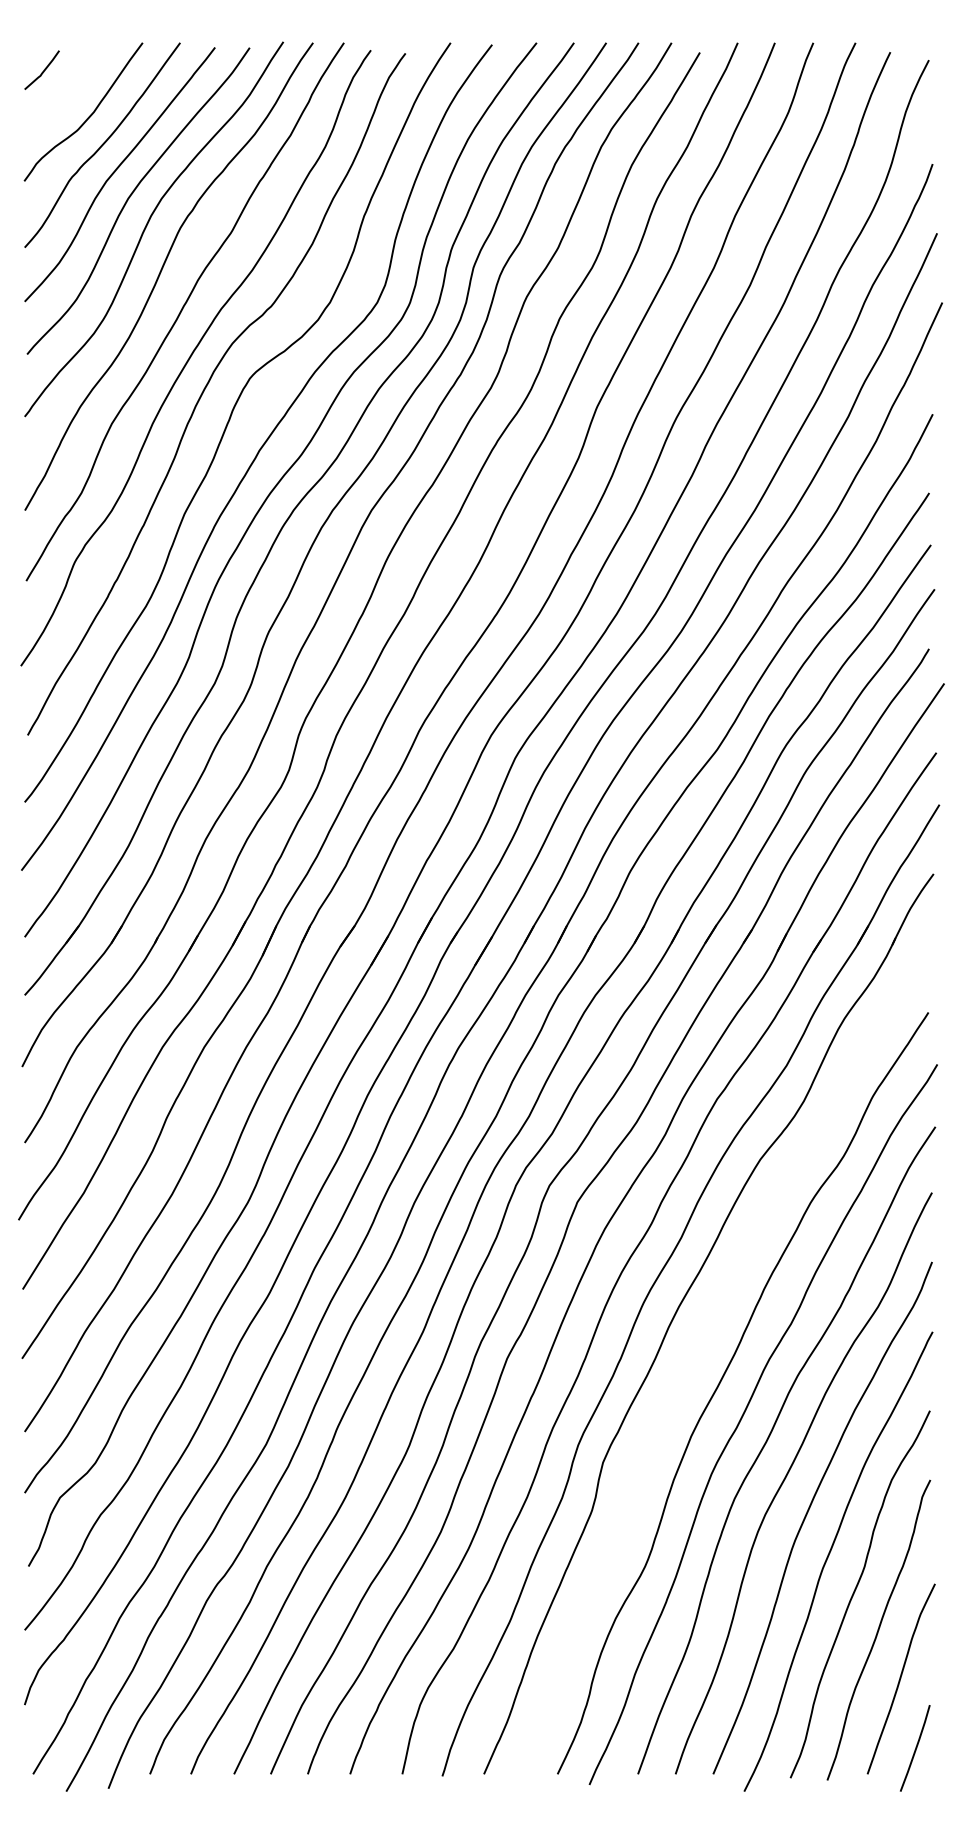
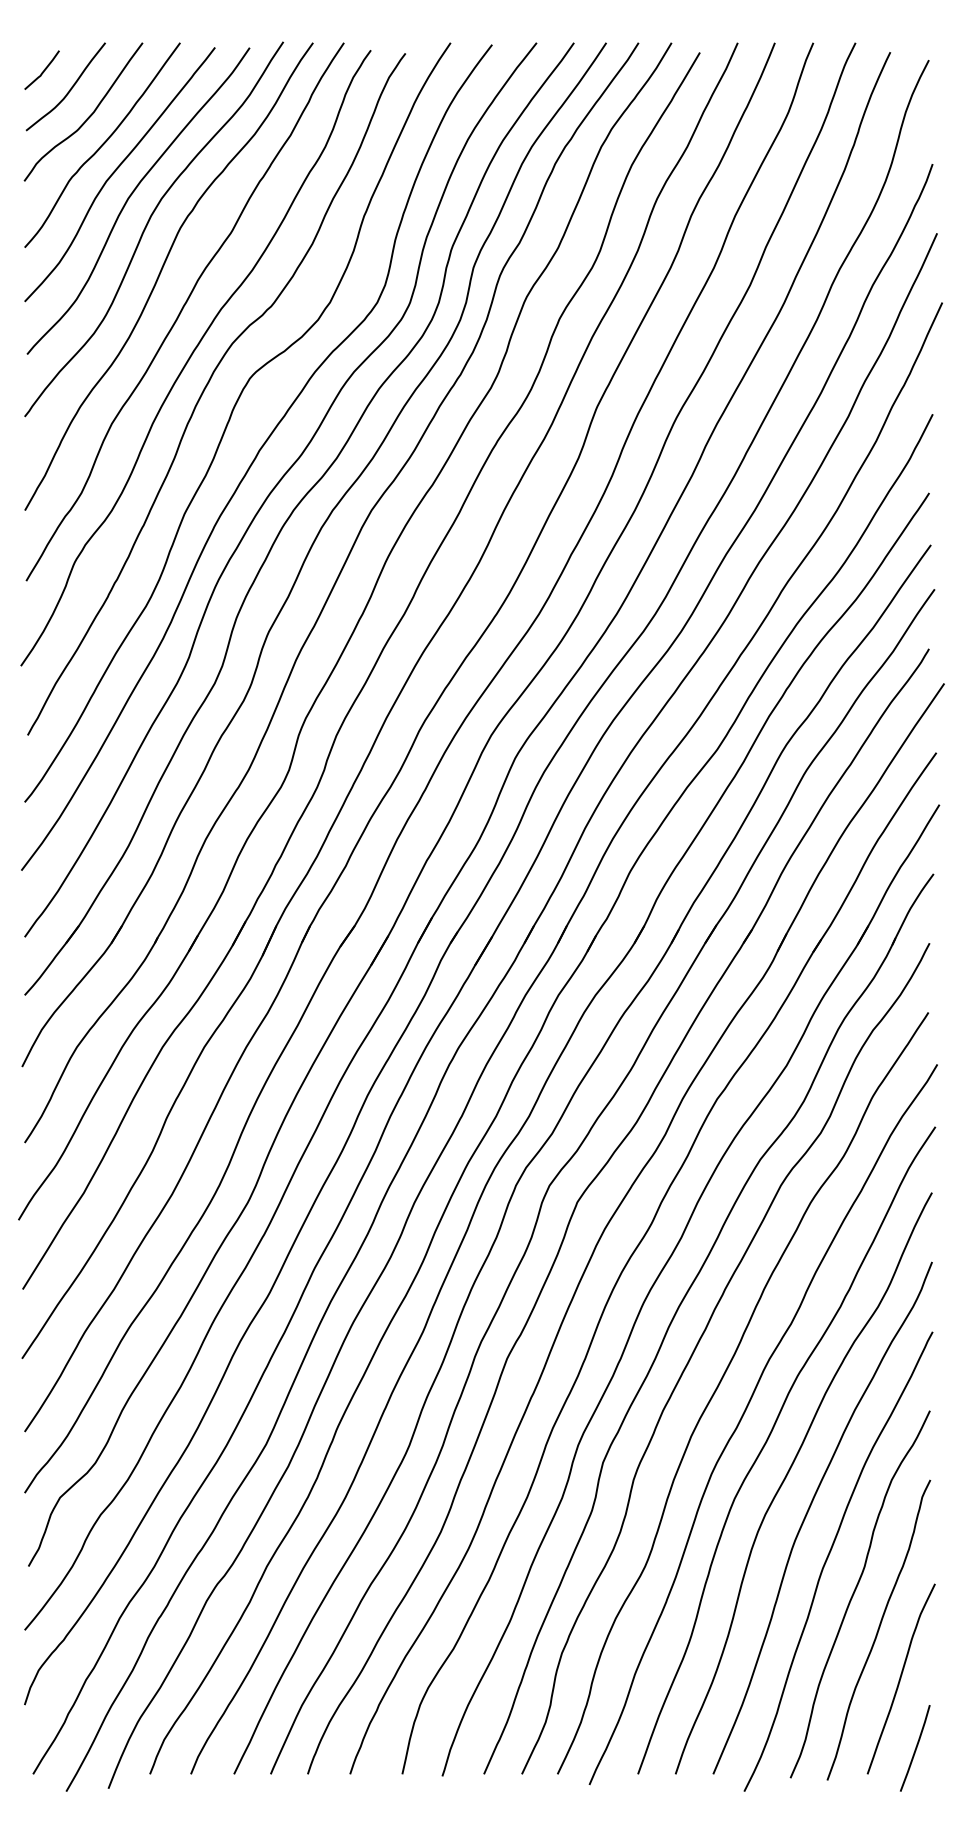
curve at (69, 89): none -> present
curve at (698, 1344): none -> present
